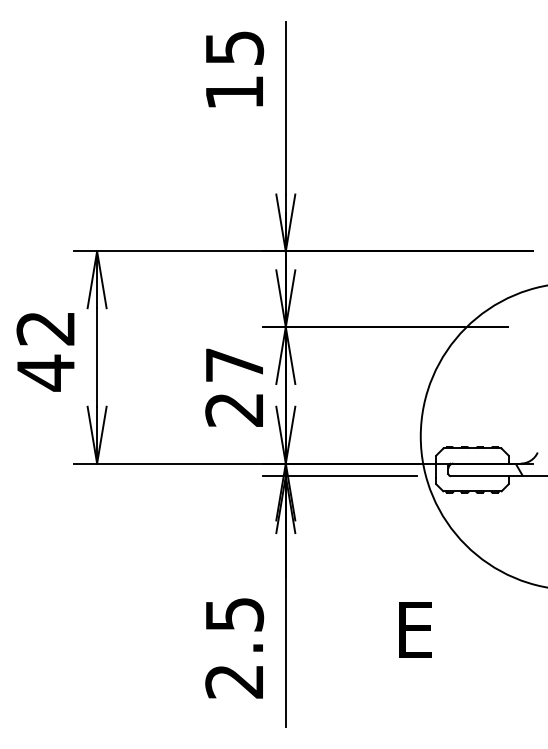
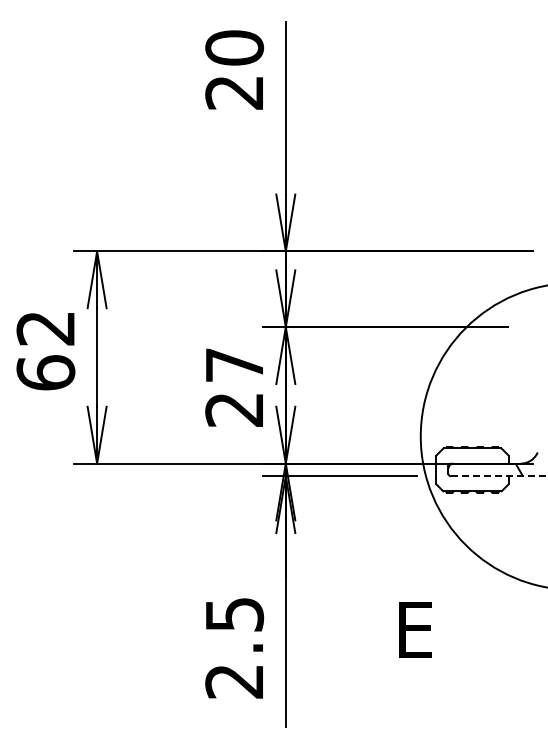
text at (234, 69): 15 -> 20
text at (45, 372): 42 -> 62
line at (499, 476): solid -> dashed
